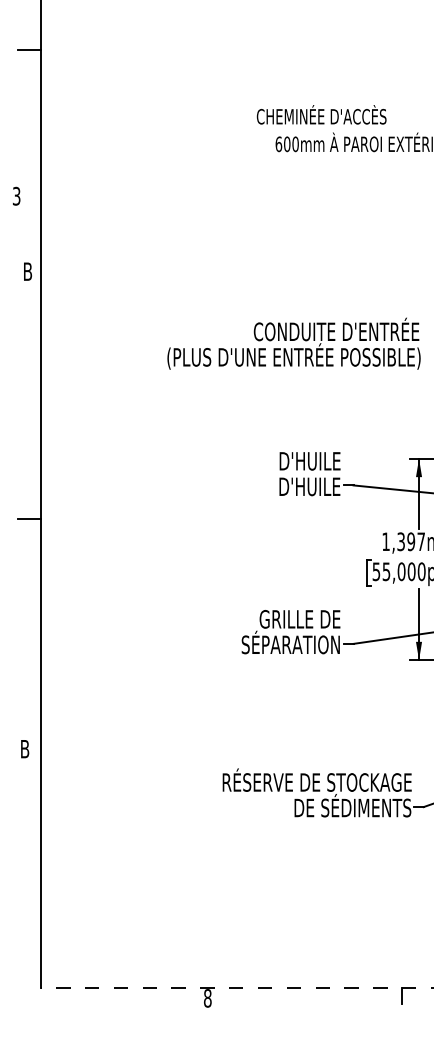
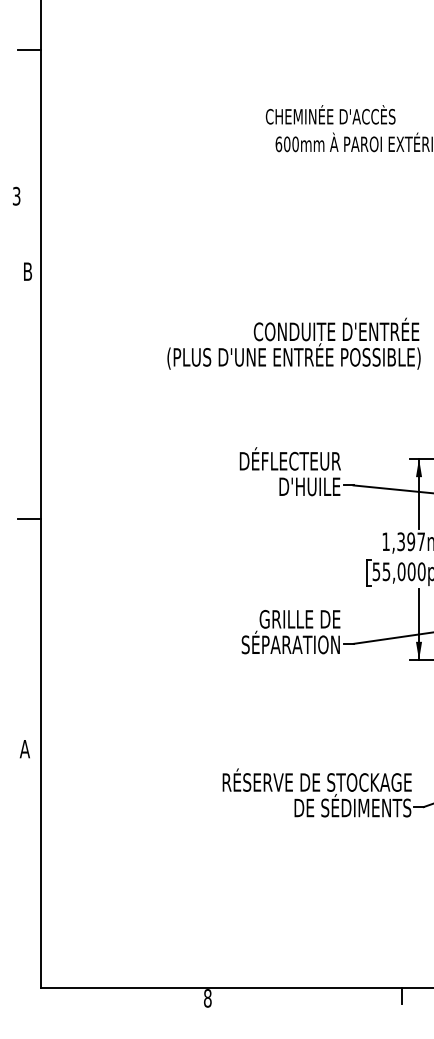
text at (321, 114) position: (321, 114) -> (330, 114)
text at (289, 458): D'HUILE -> DÉFLECTEUR
text at (24, 749): B -> A
line at (237, 988): dashed -> solid
